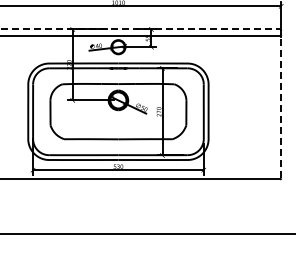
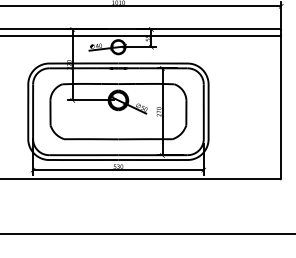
line at (140, 29): dashed -> solid
line at (281, 107): dashed -> solid
